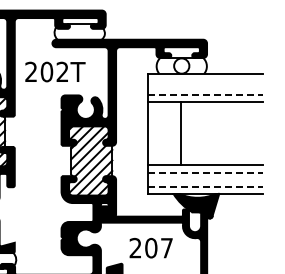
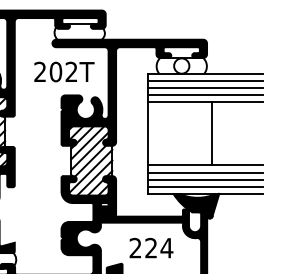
text at (55, 71) position: (55, 71) -> (64, 71)
line at (205, 81): none -> present
line at (205, 88): none -> present
line at (206, 95): dashed -> solid
line at (180, 133) position: (180, 133) -> (211, 133)
line at (206, 172): dashed -> solid
line at (205, 179): none -> present
line at (206, 186): dashed -> solid
text at (159, 248): 207 -> 224
